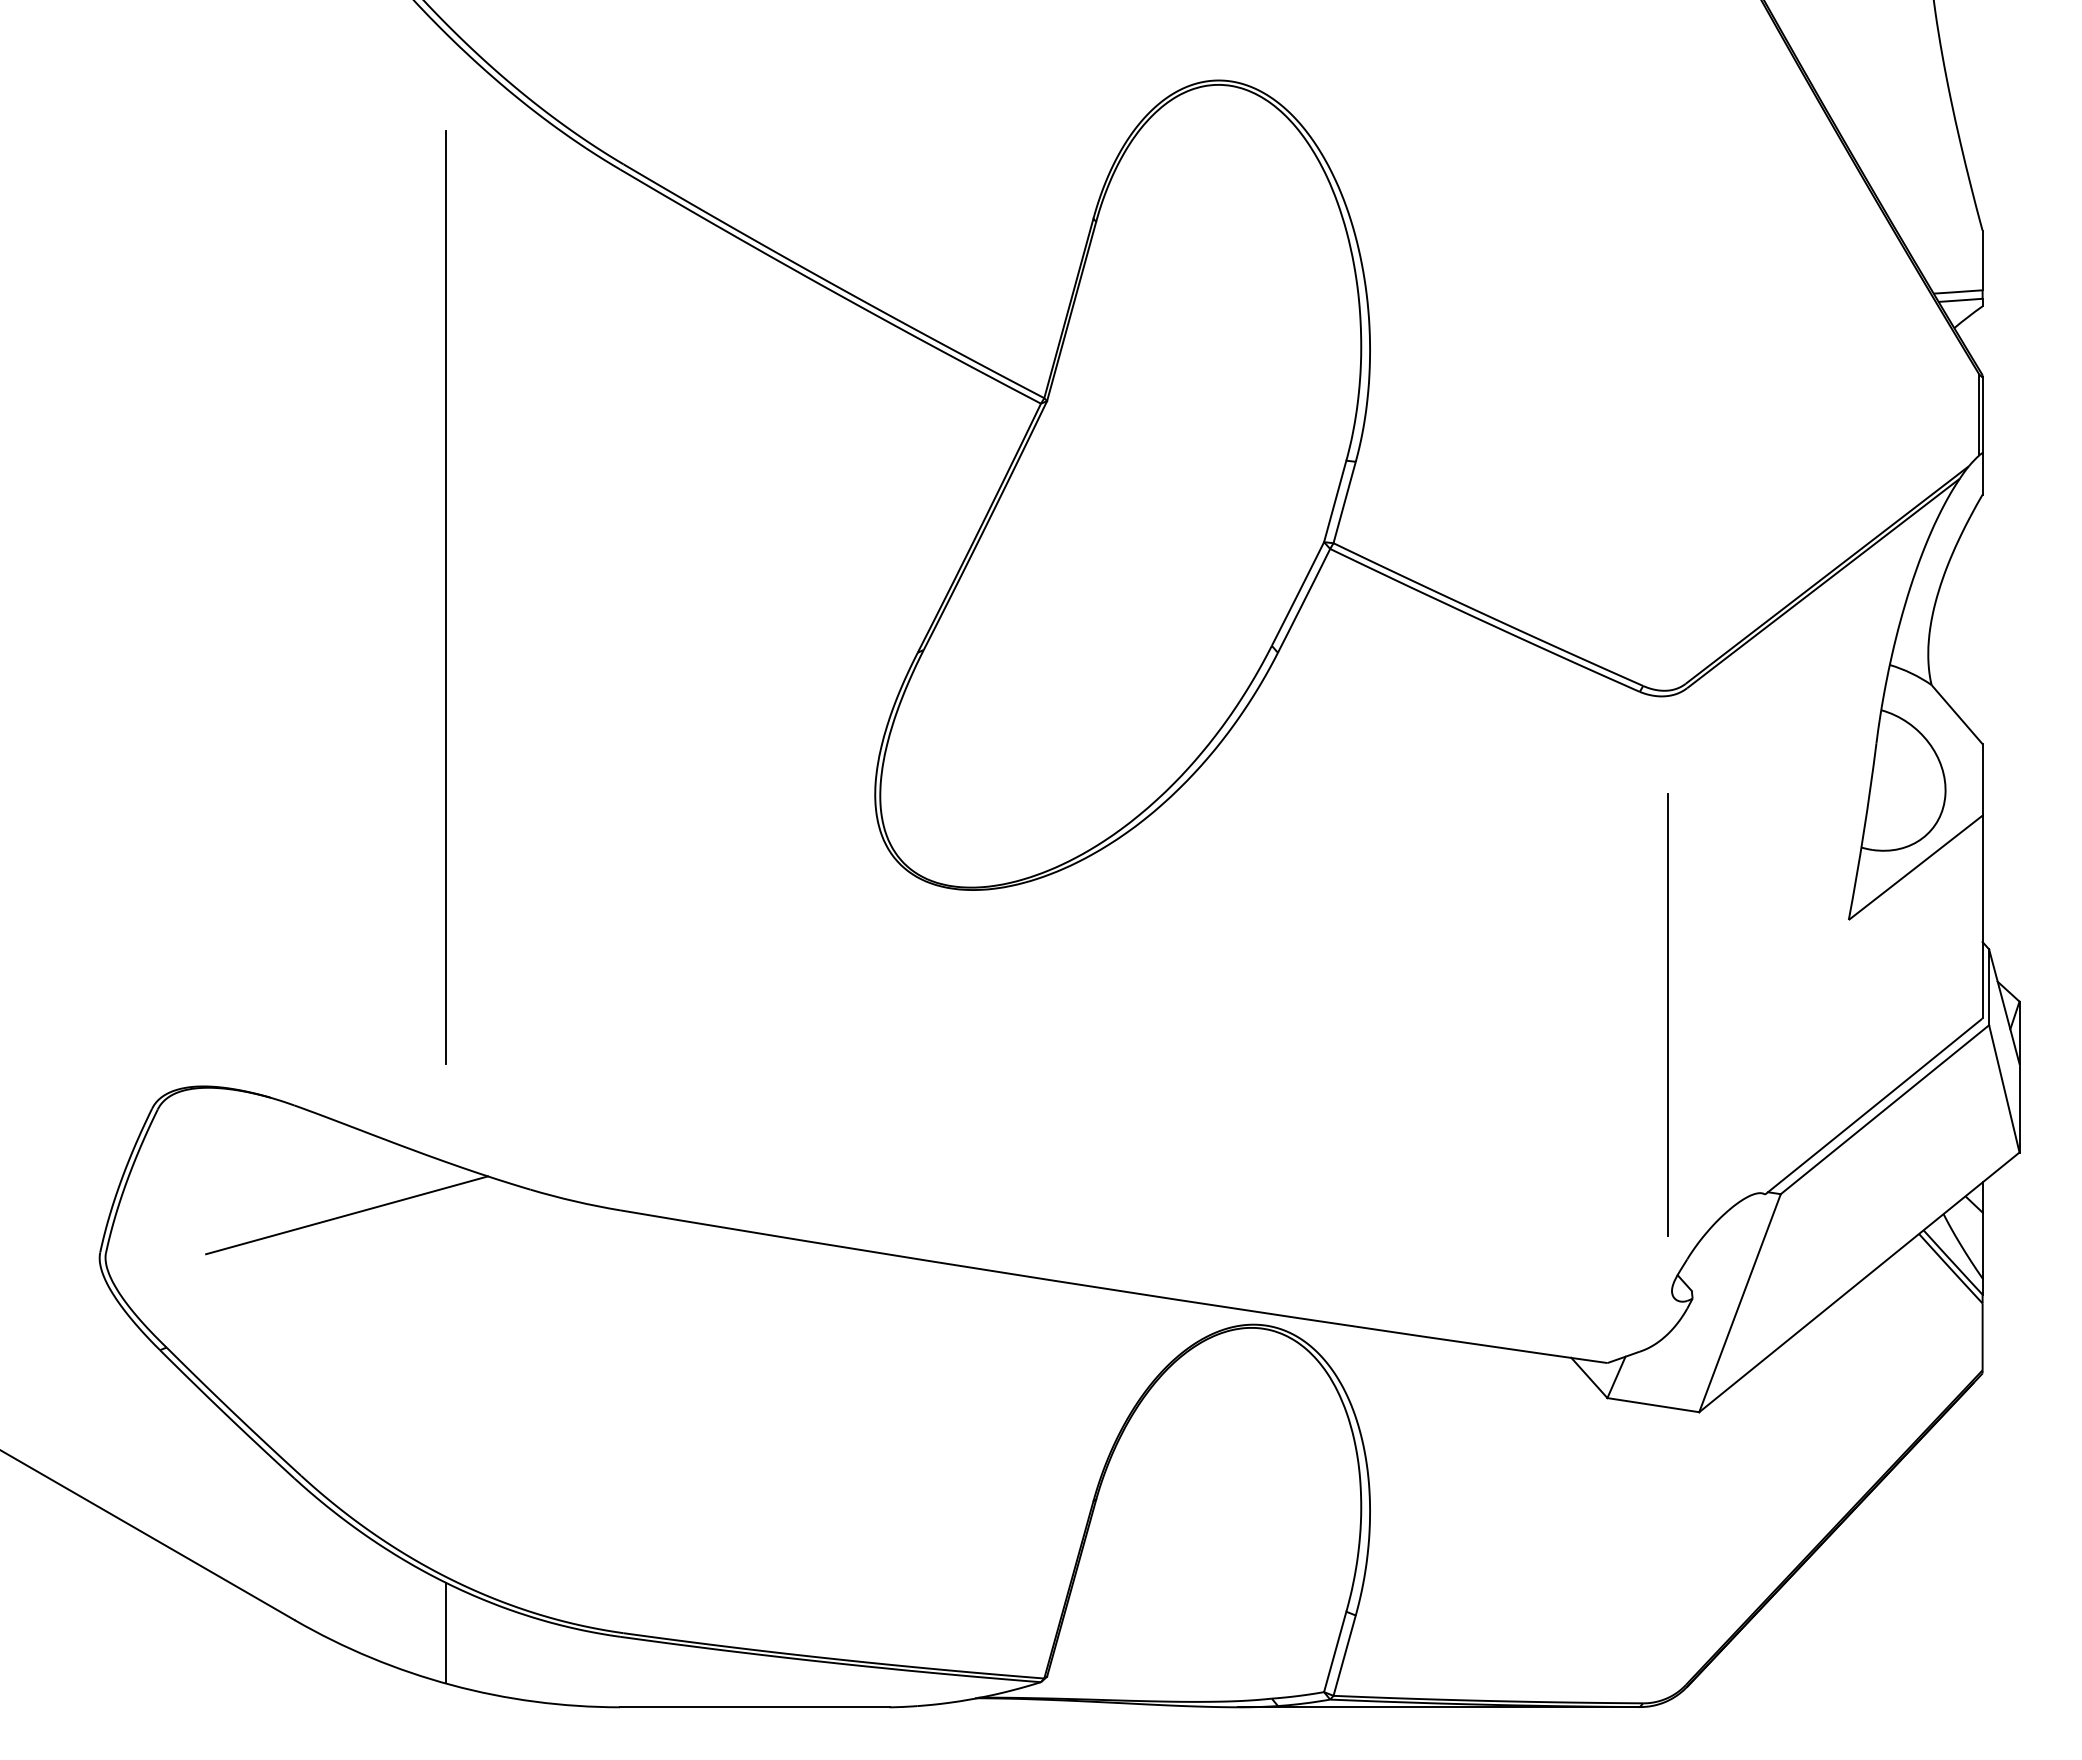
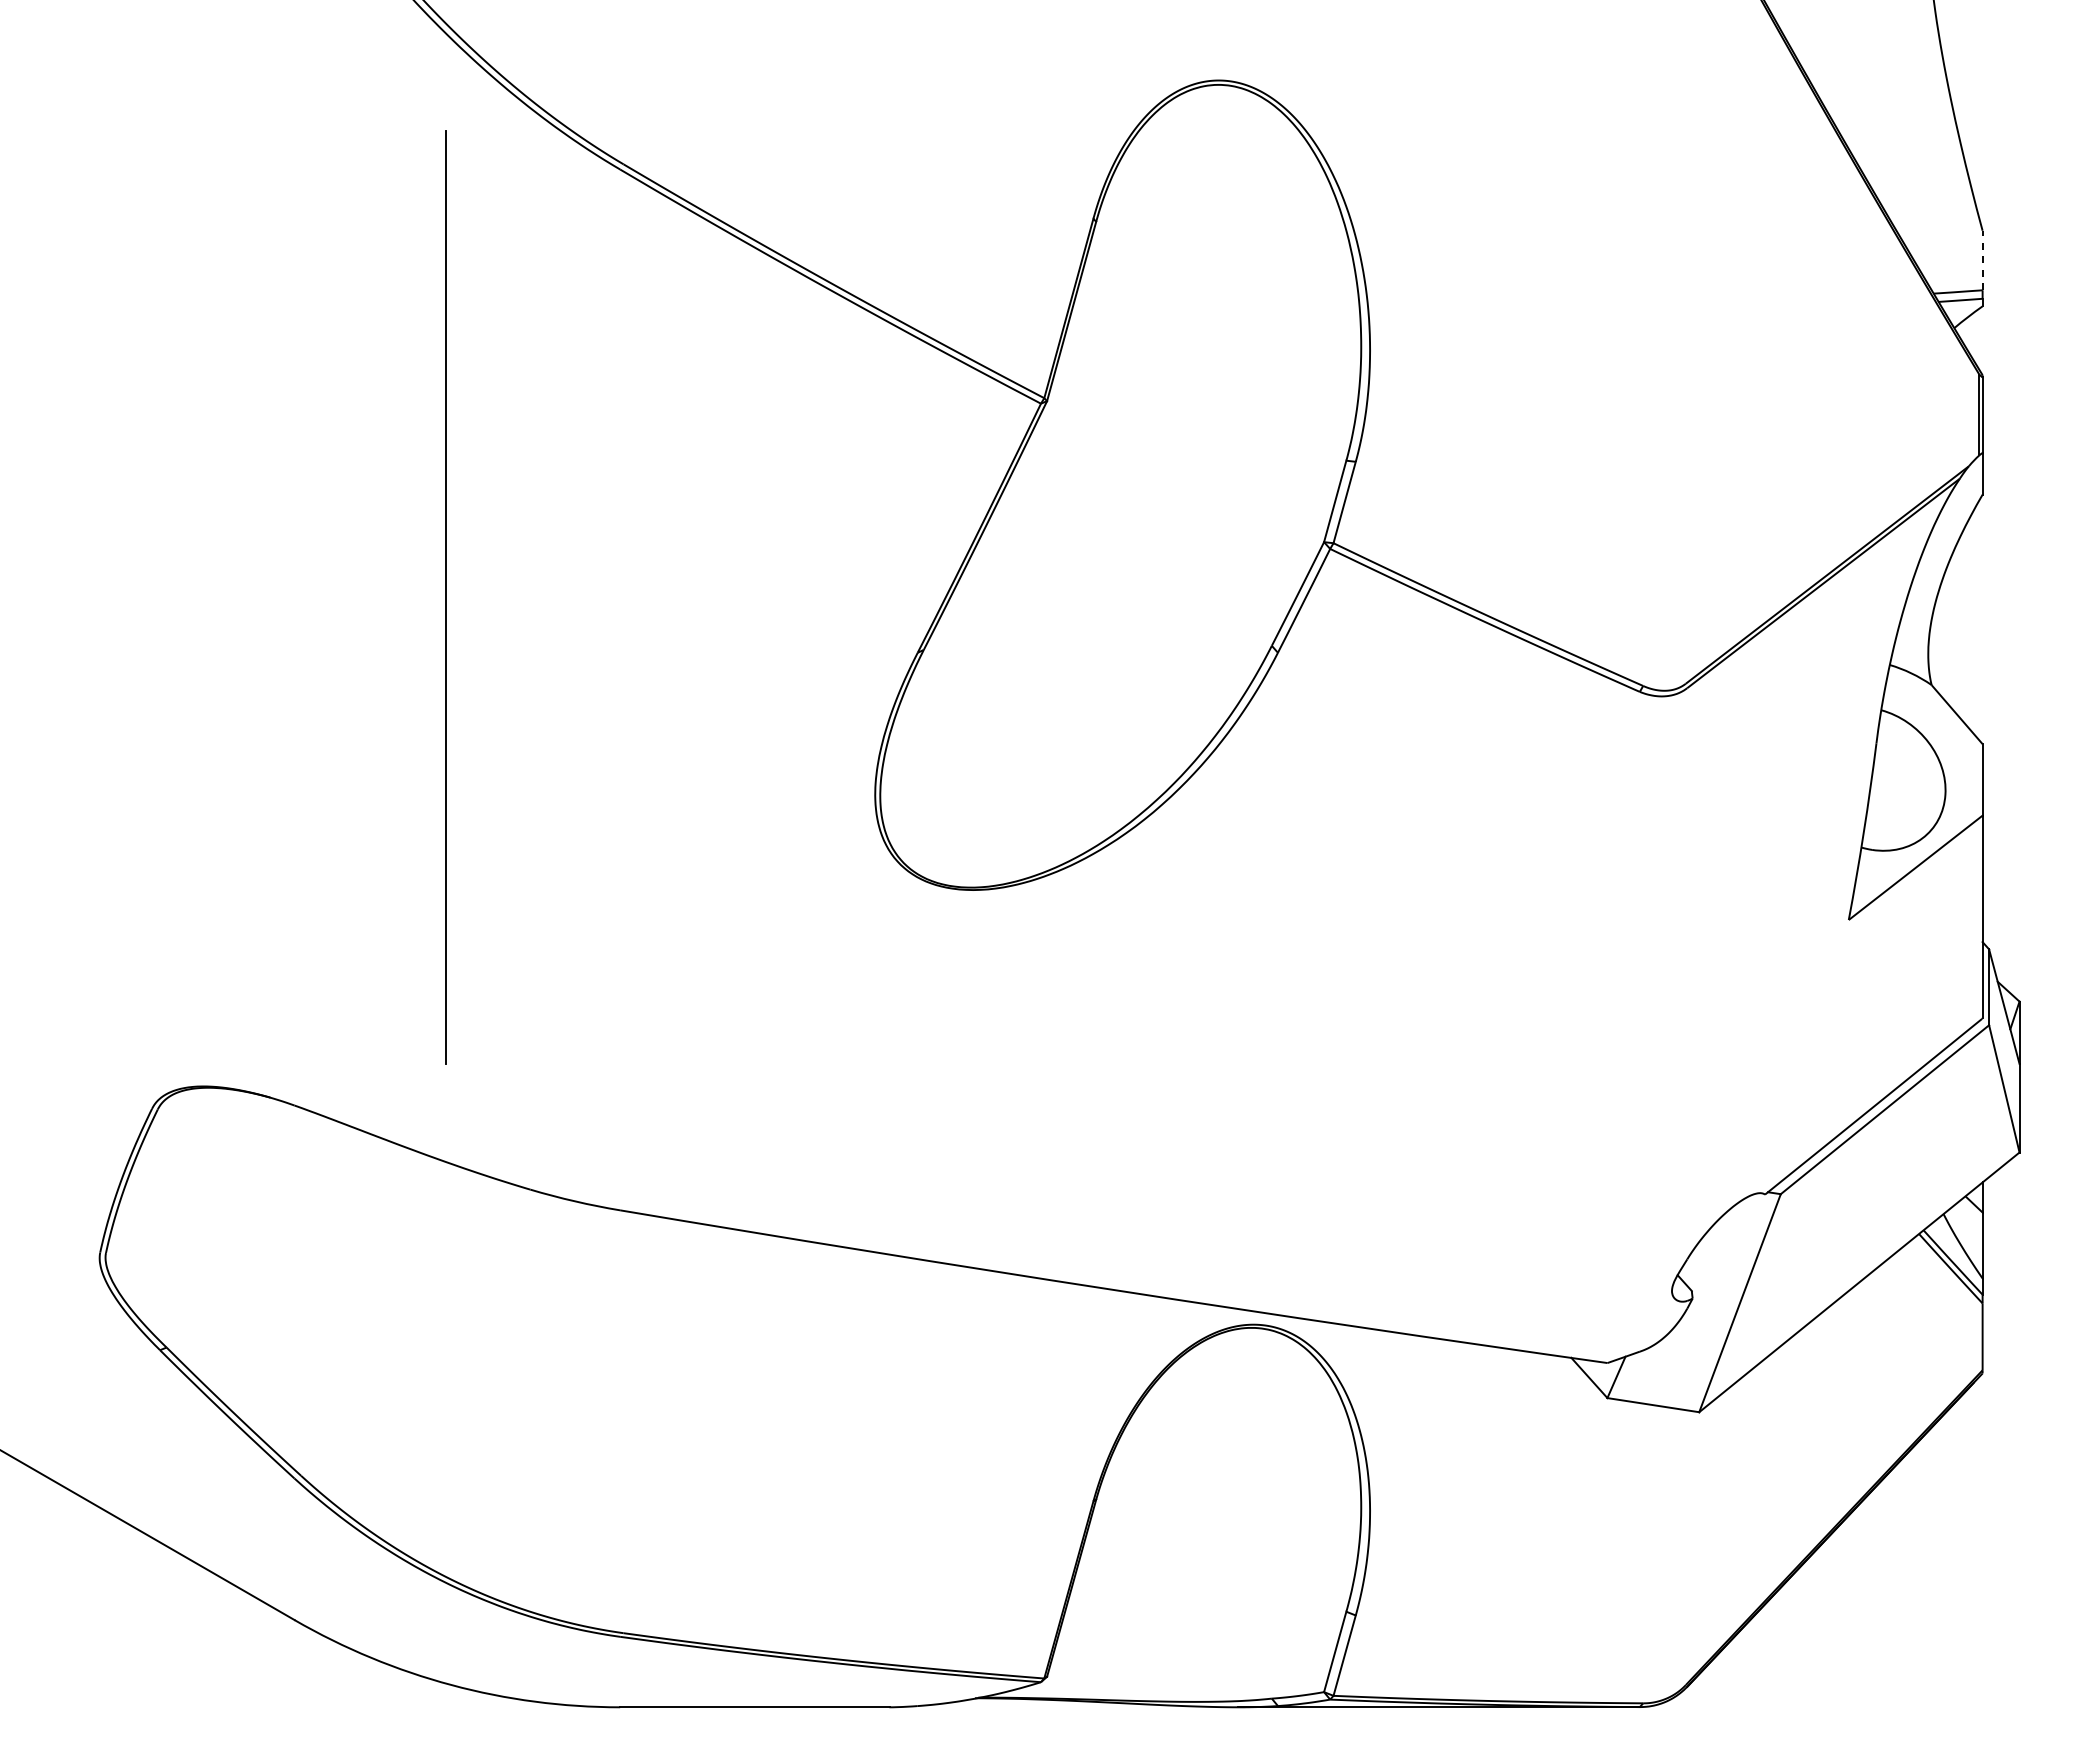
line at (1982, 260): solid -> dashed
line at (1667, 1014): present -> none
line at (347, 1215): present -> none
line at (445, 1632): present -> none
